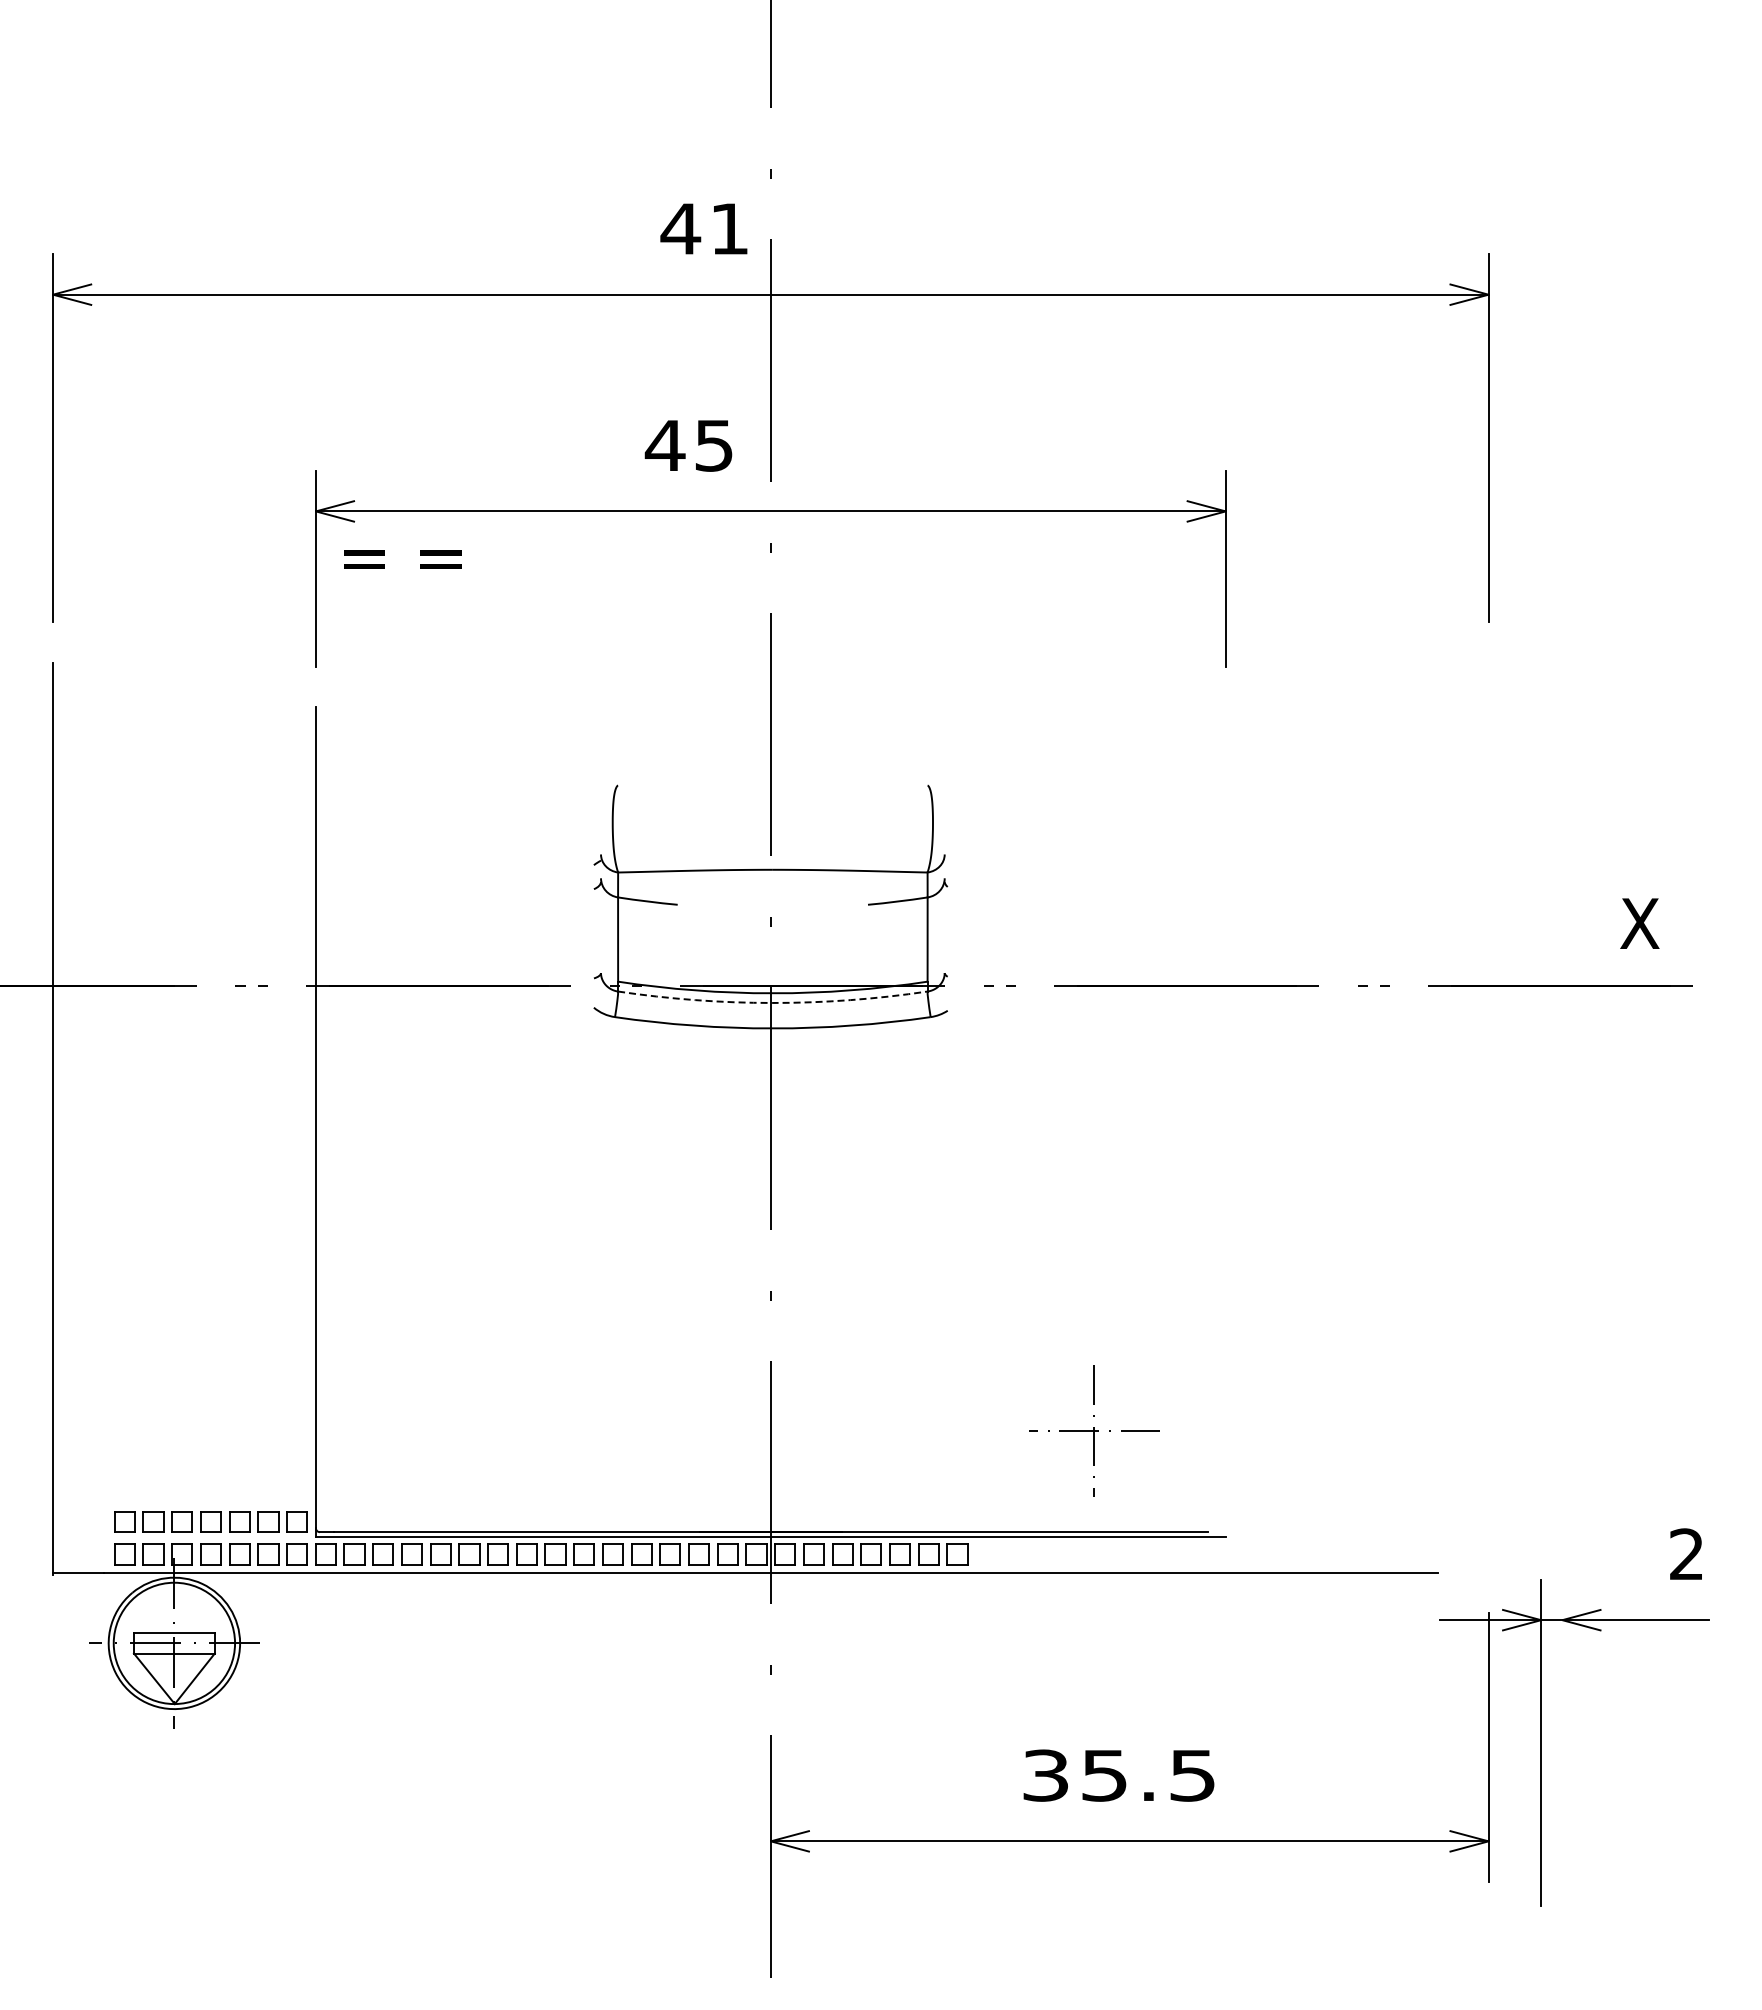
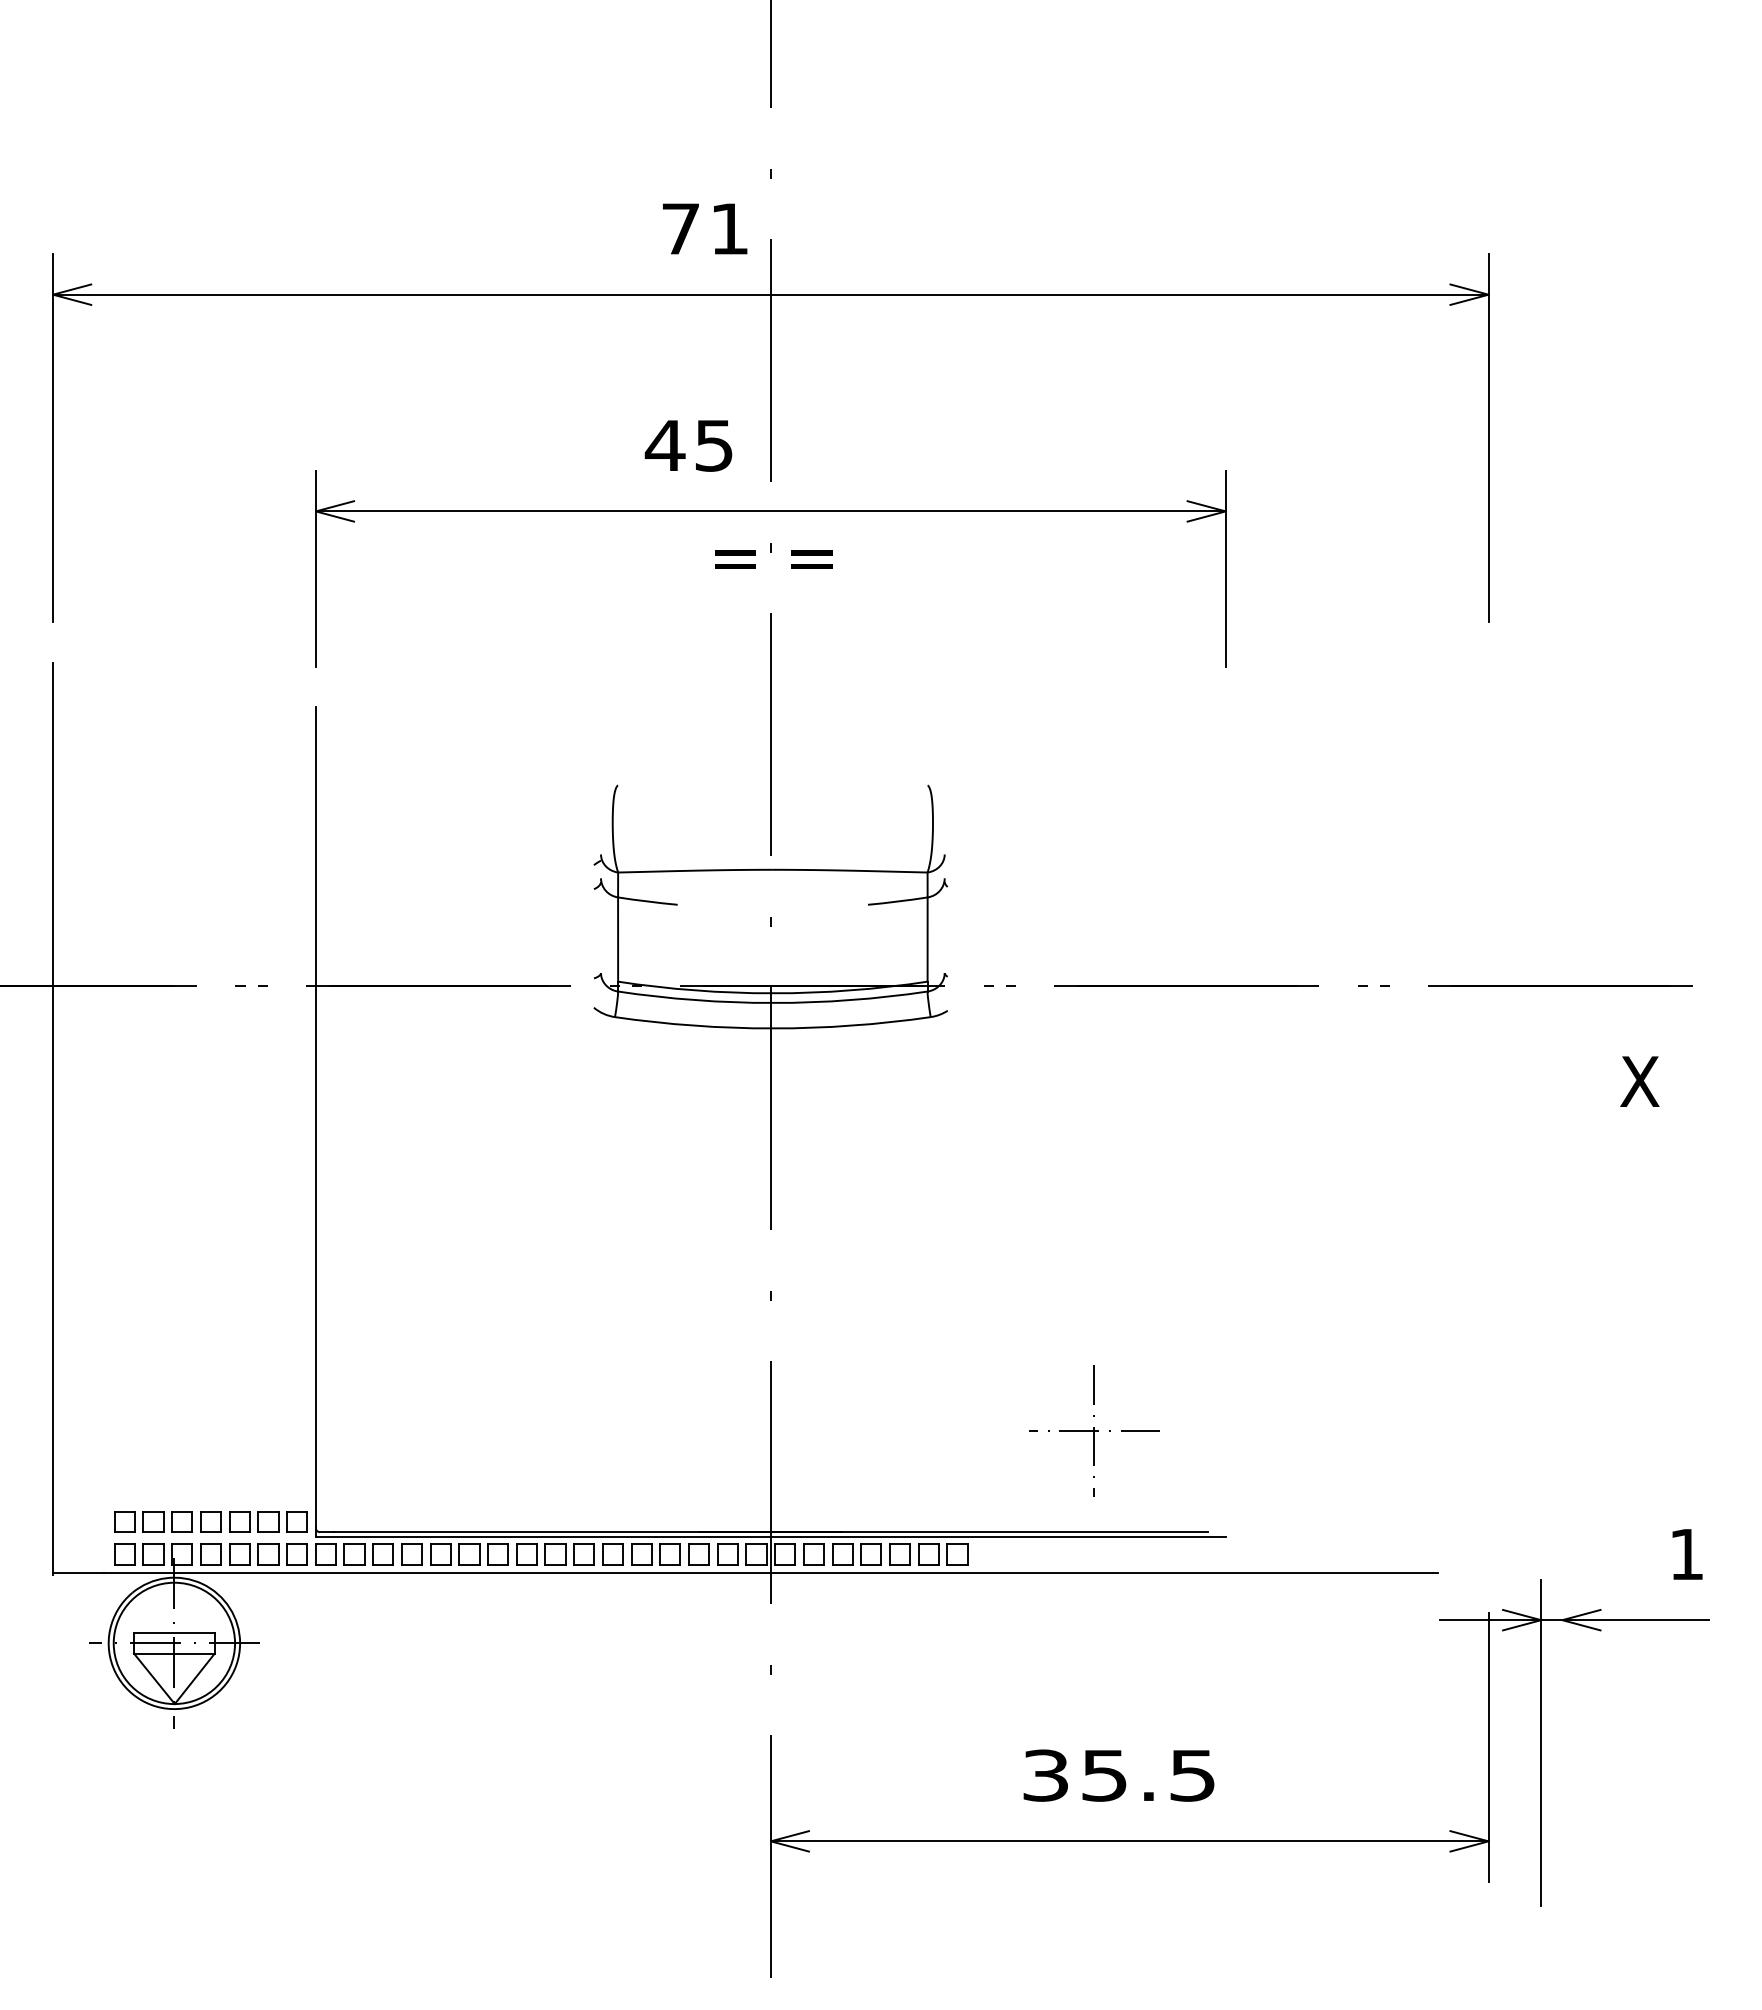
text at (680, 228): 41 -> 71
text at (402, 559) position: (402, 559) -> (773, 559)
text at (1639, 923) position: (1639, 923) -> (1639, 1081)
arc at (772, 1002): dashed -> solid
text at (1686, 1553): 2 -> 1
